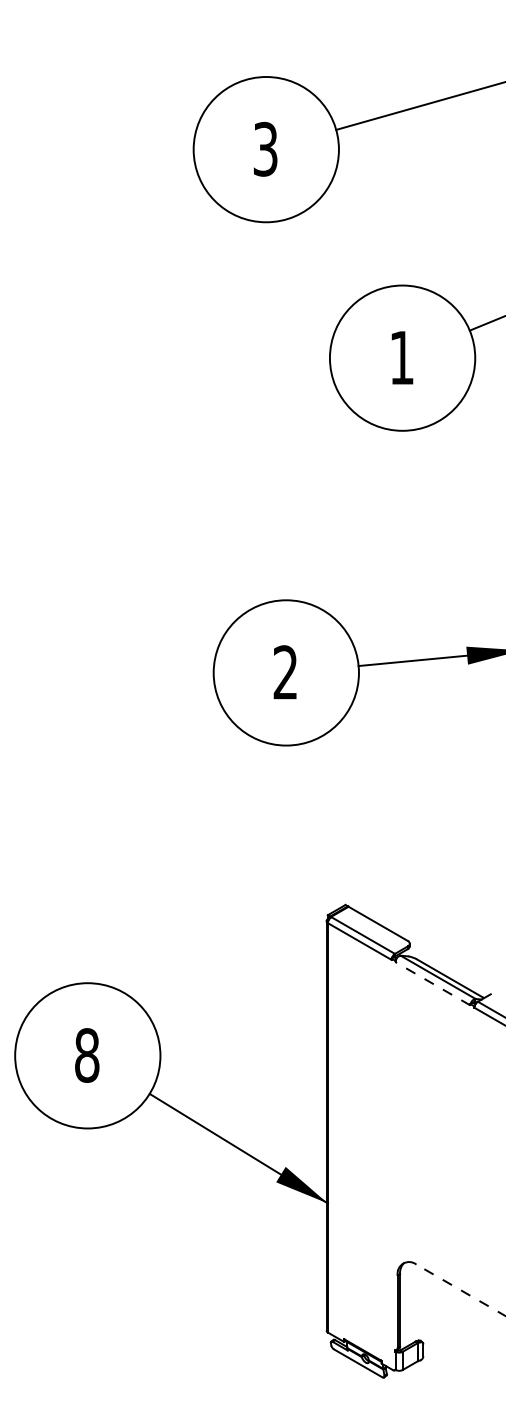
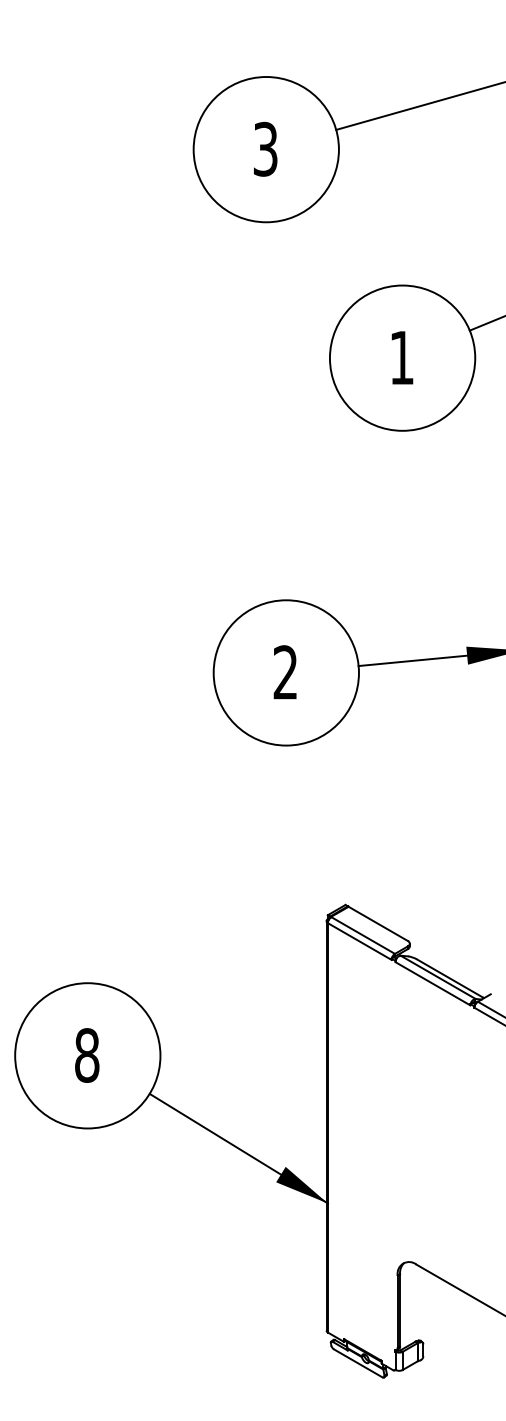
line at (432, 983): dashed -> solid
line at (460, 1290): dashed -> solid
